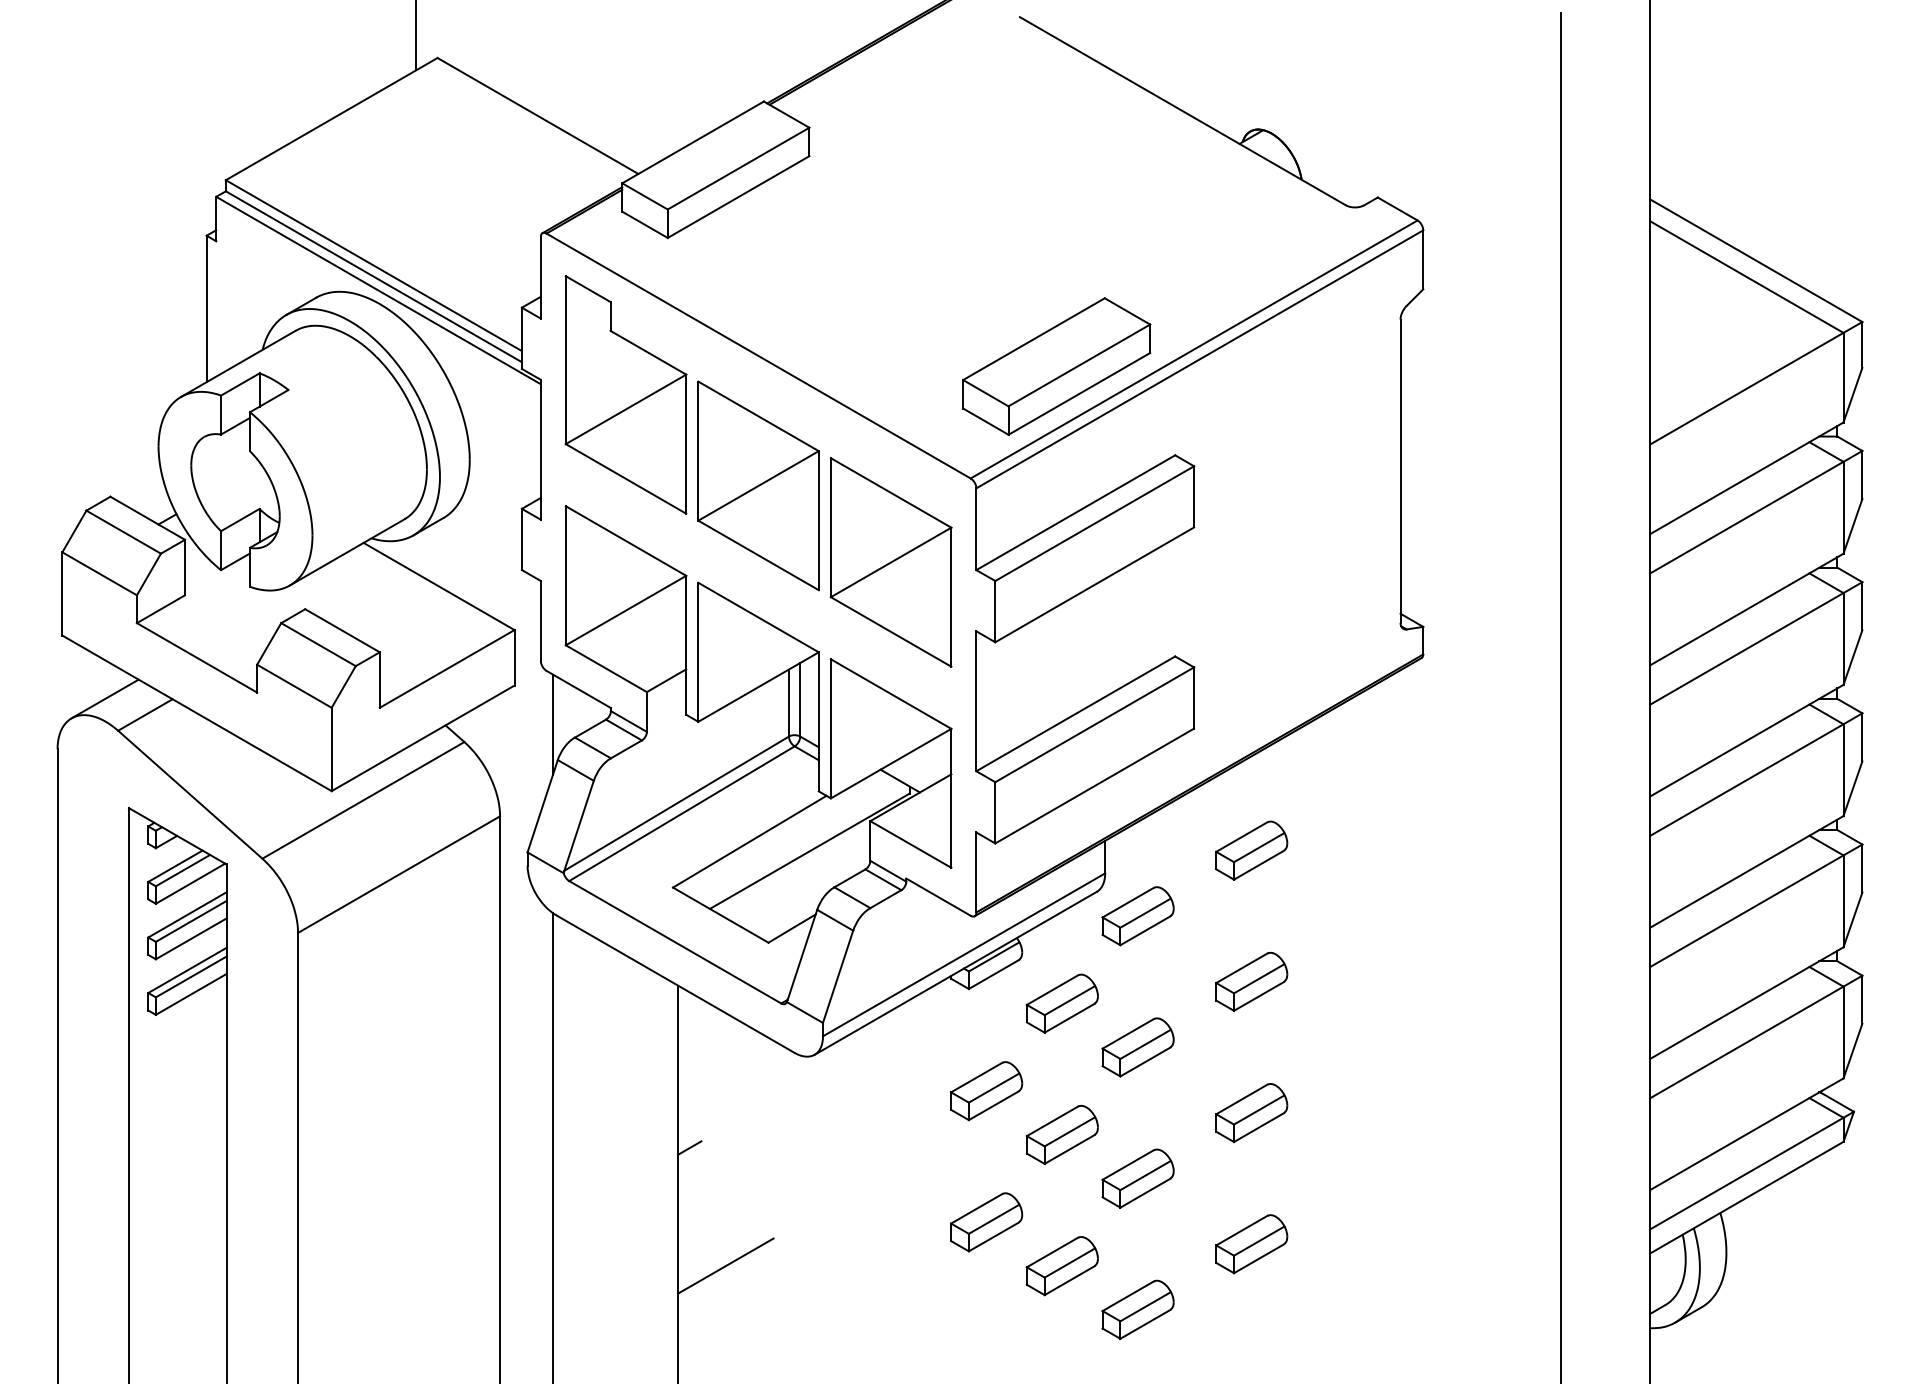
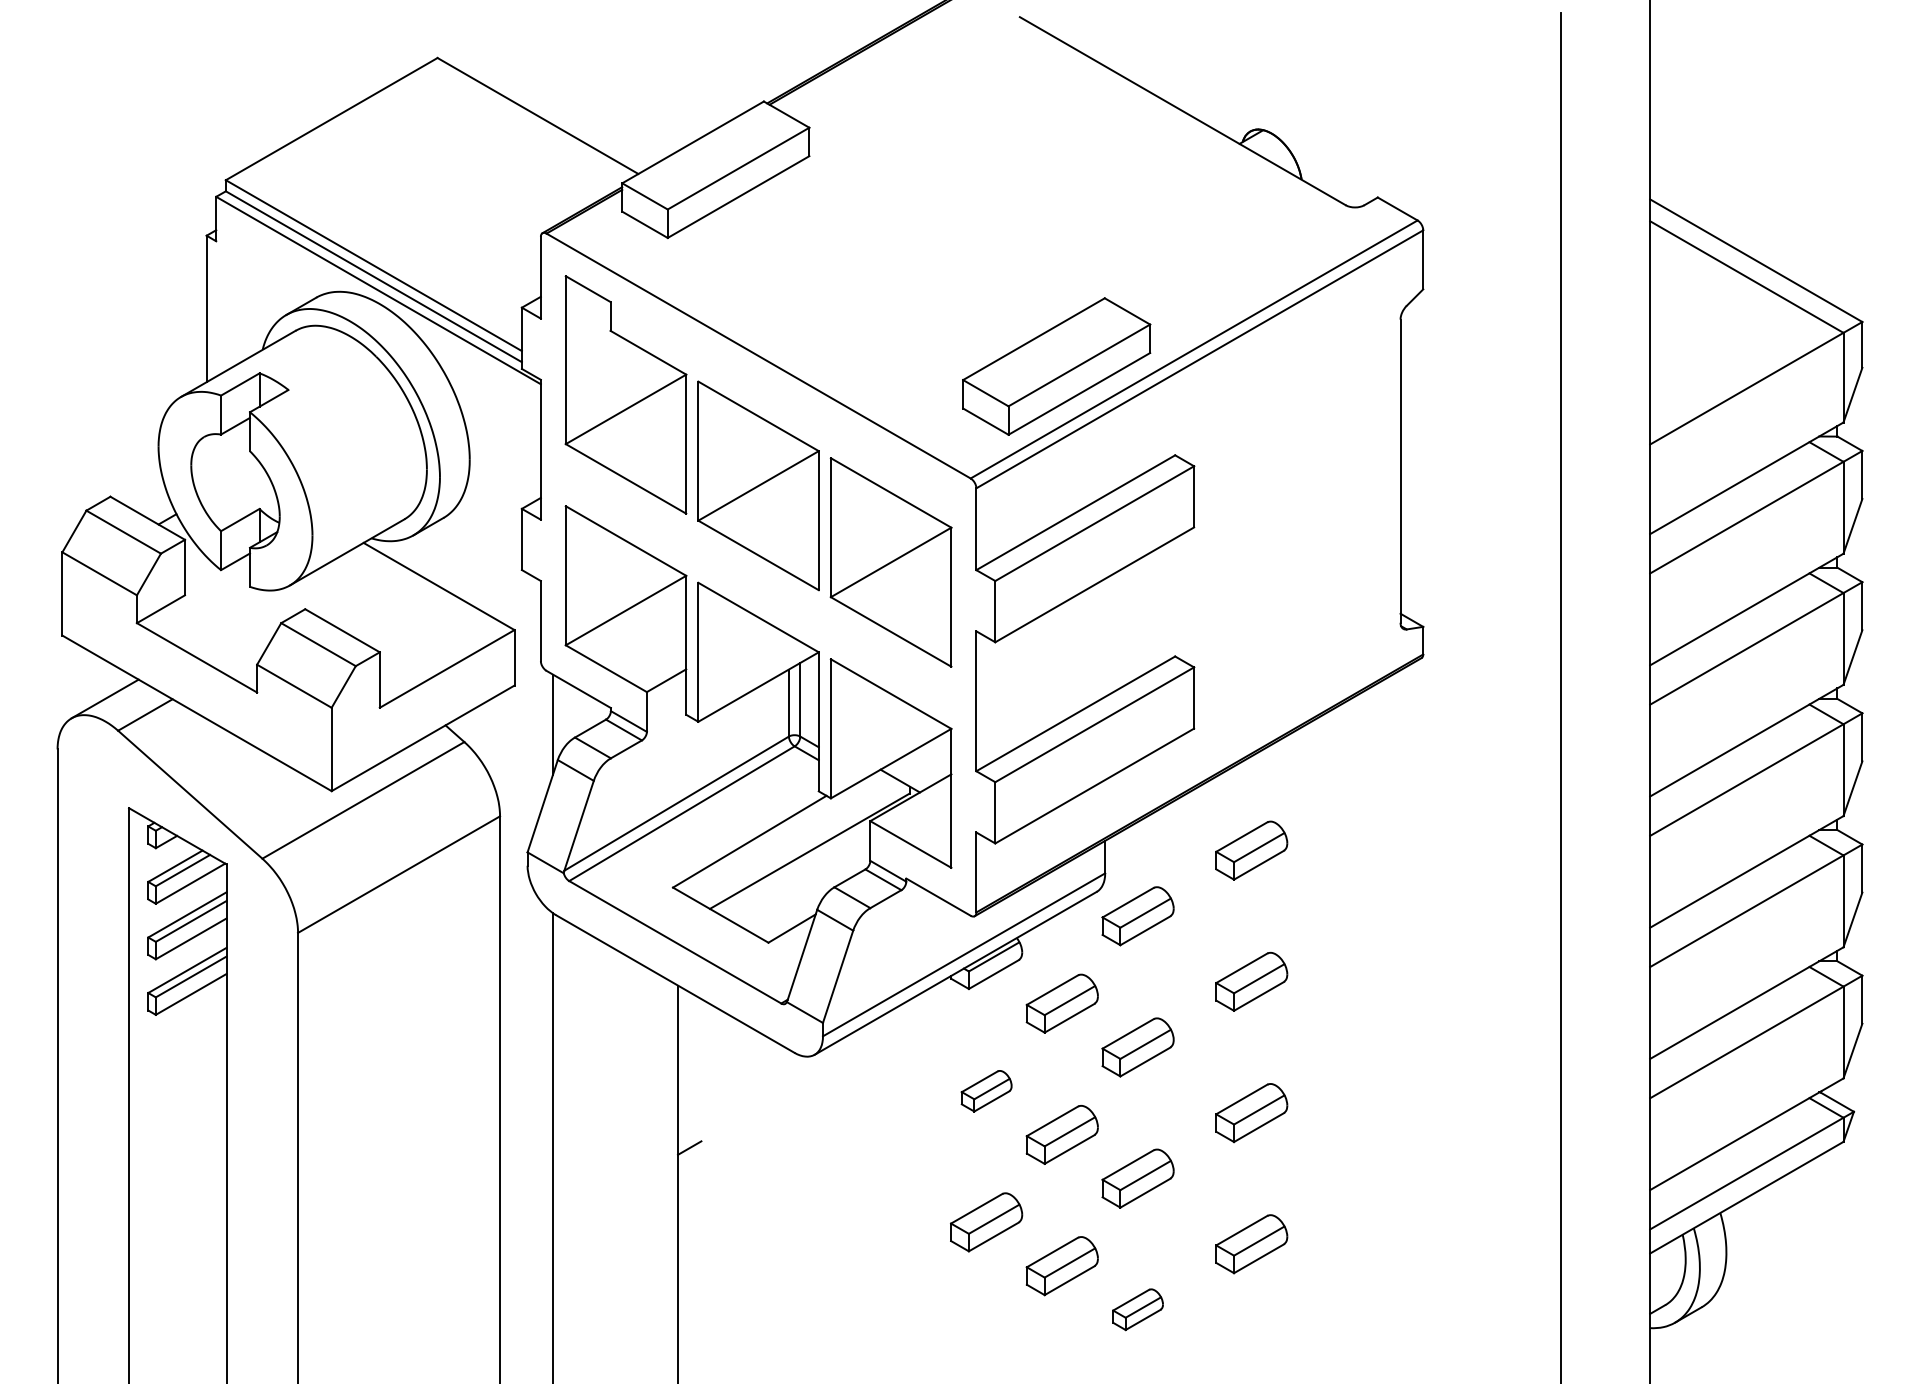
line at (416, 36): present -> none
part at (986, 1091) size: 74x61 px -> 53x43 px
line at (725, 1265): present -> none
part at (1137, 1309) size: 74x61 px -> 52x44 px
